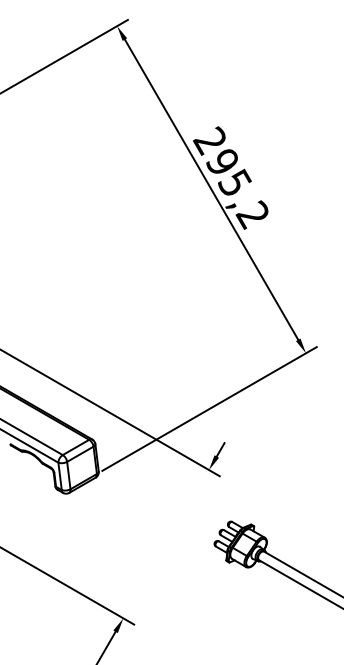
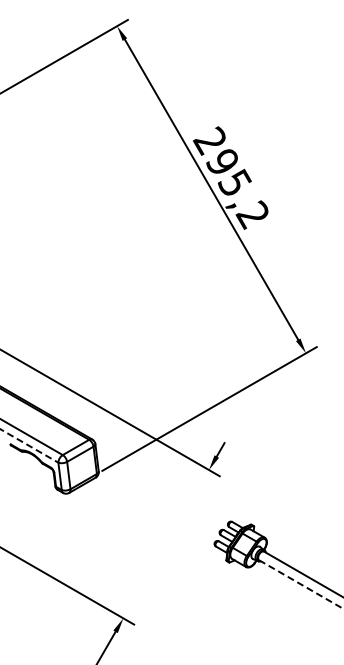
line at (29, 446): solid -> dashed
line at (301, 584): solid -> dashed
